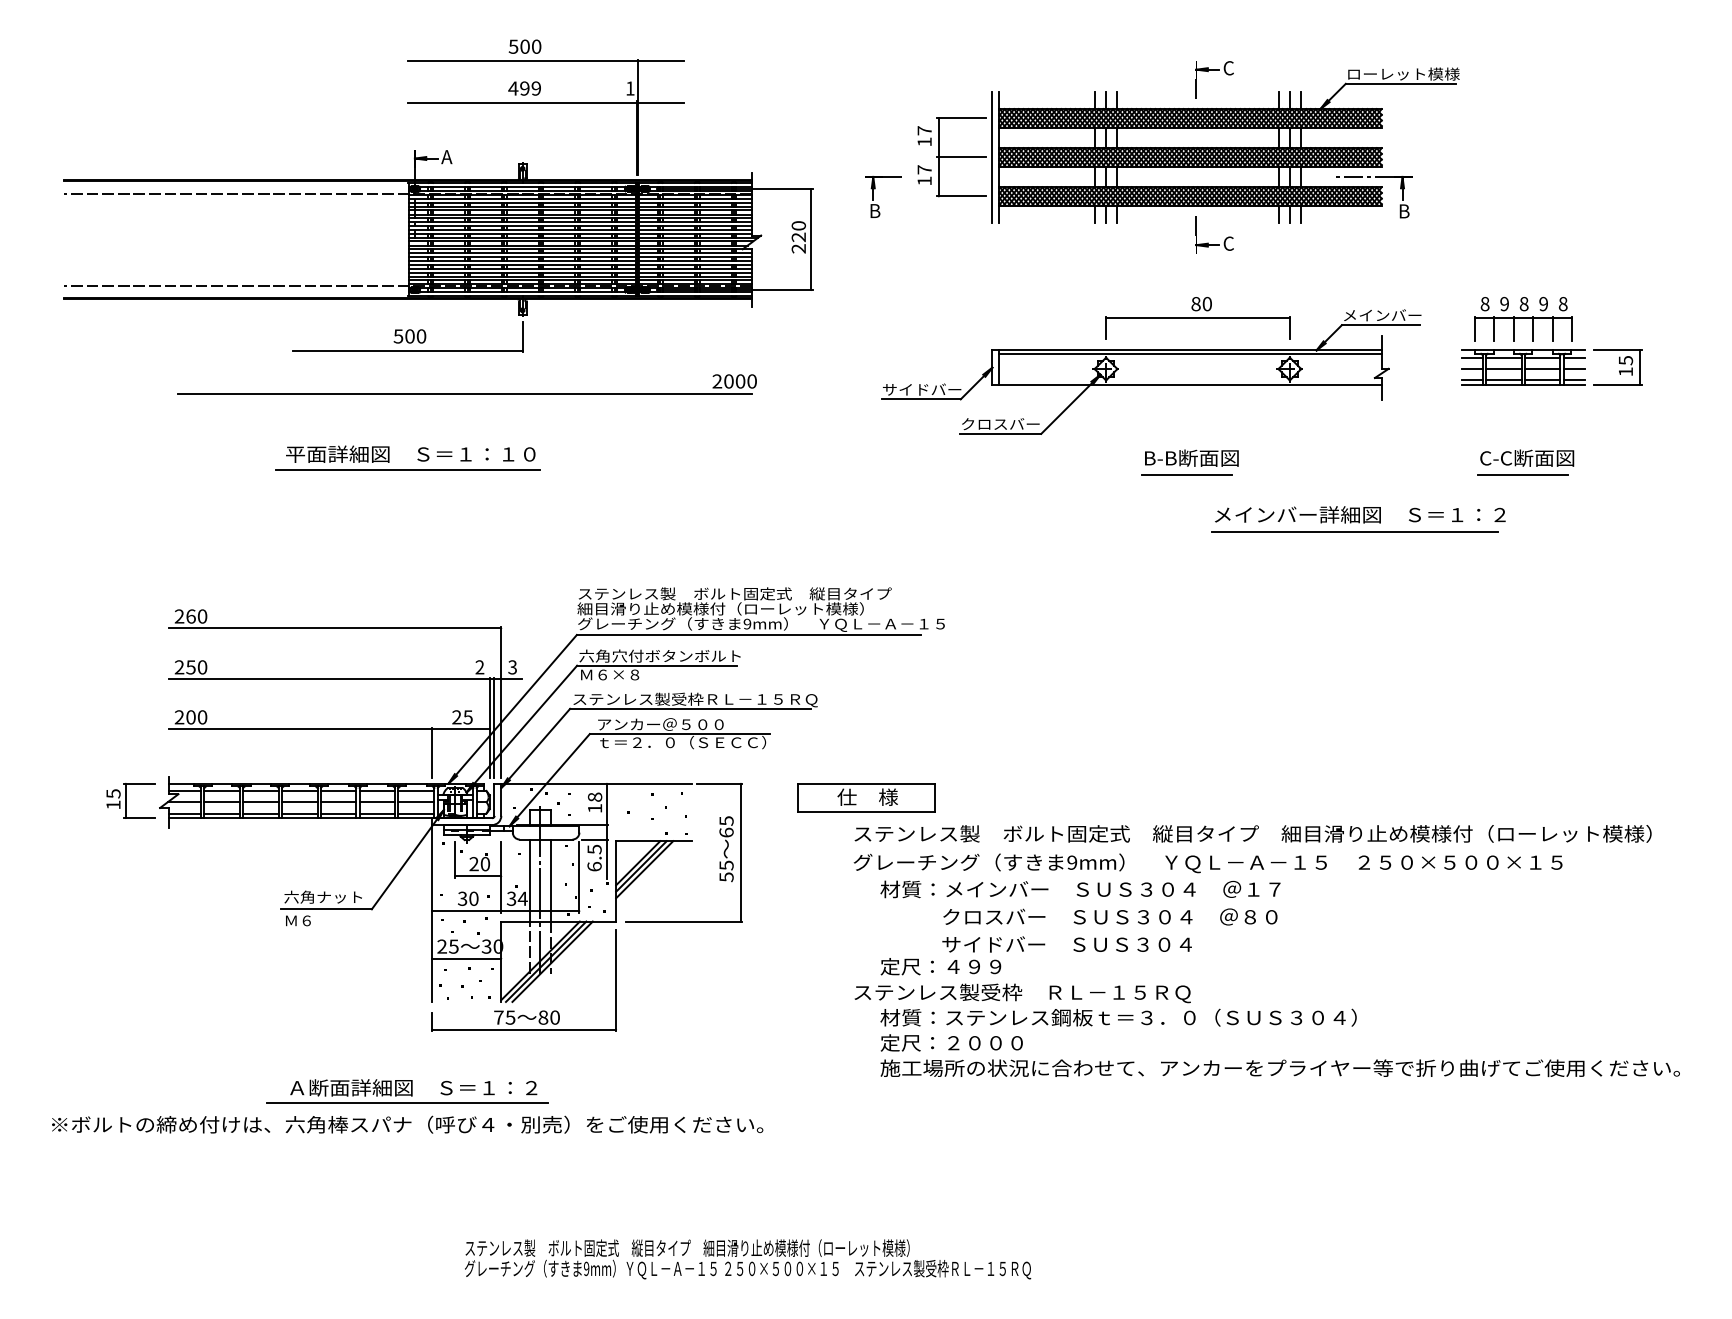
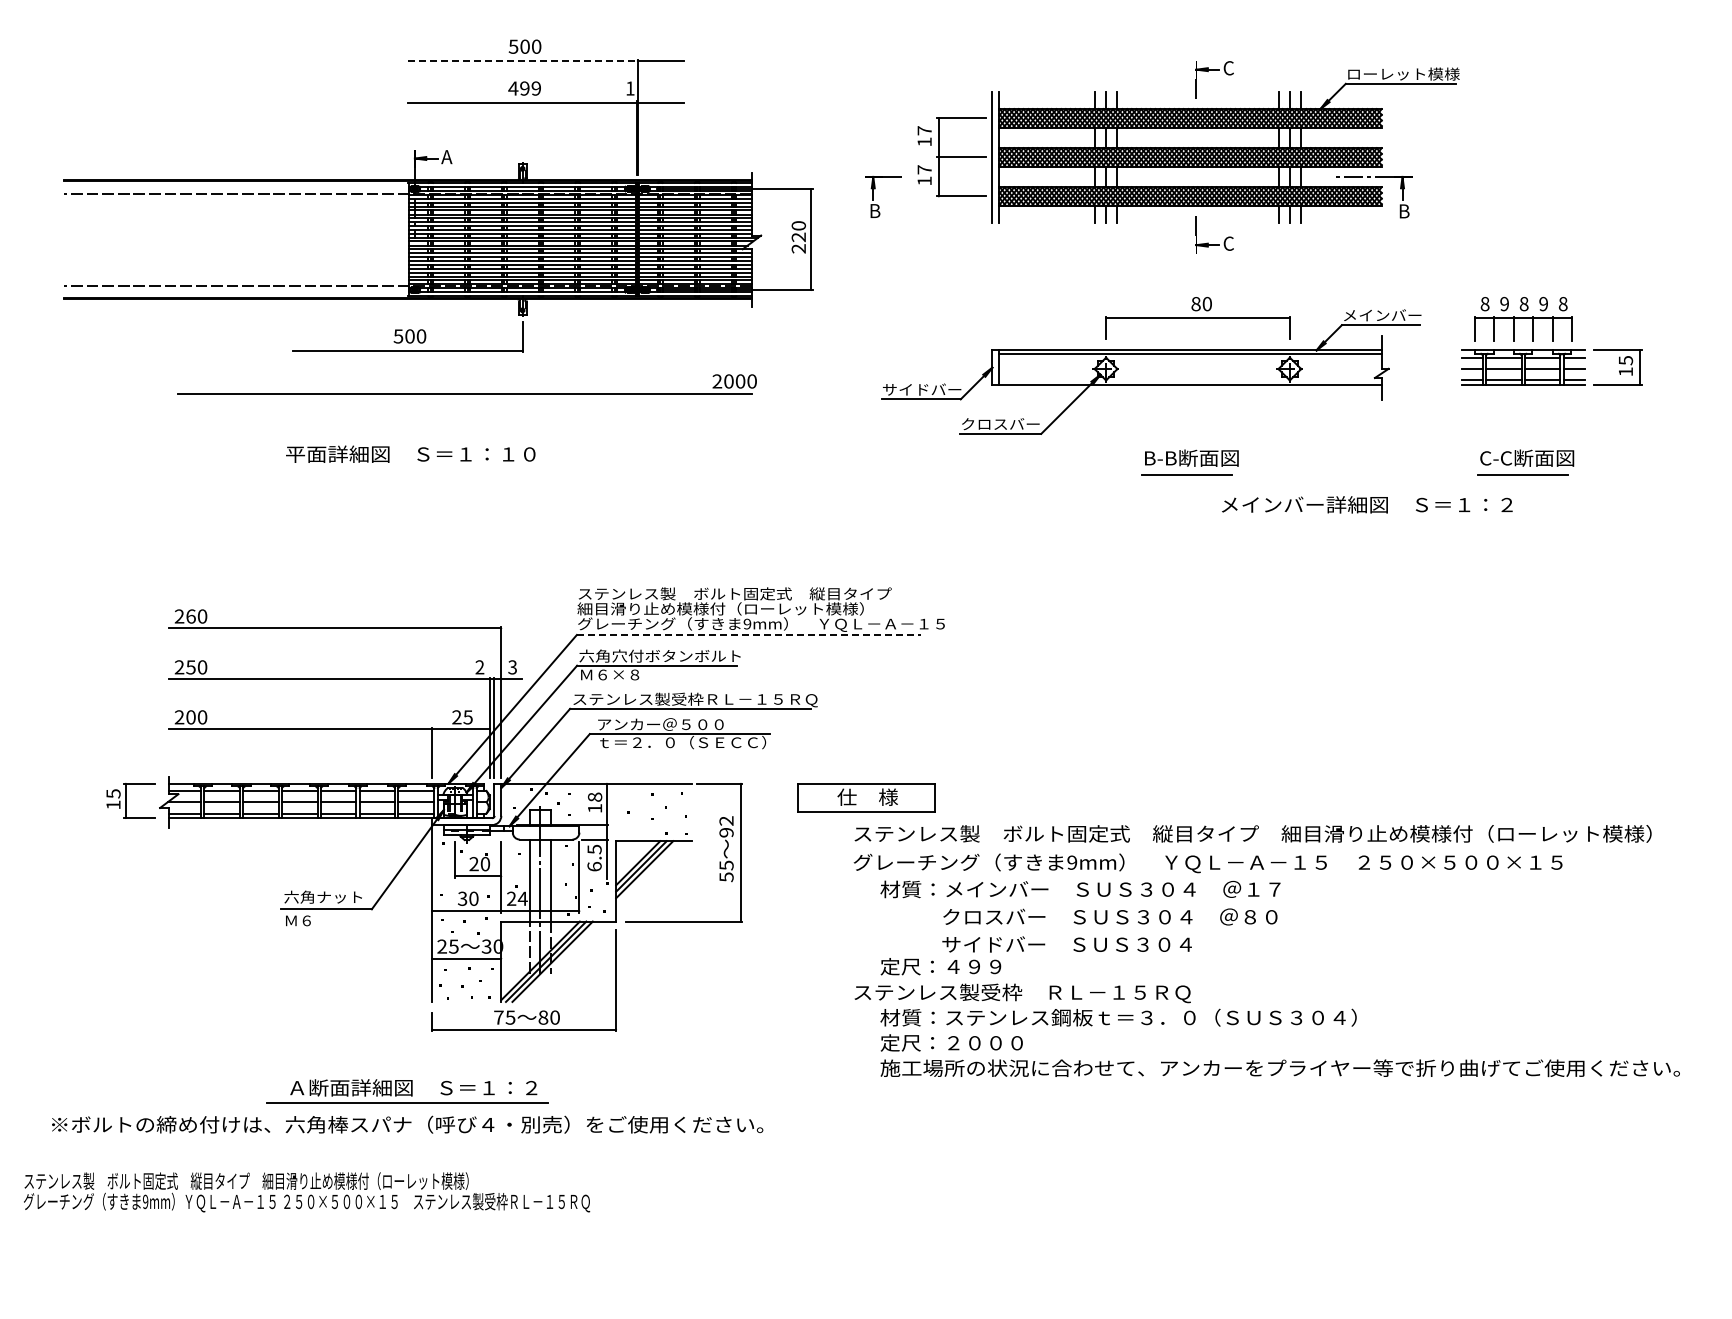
line at (522, 60): solid -> dashed
line at (407, 469): present -> none
text at (1360, 514) position: (1360, 514) -> (1367, 504)
line at (1354, 531): present -> none
line at (749, 635): solid -> dashed
text at (726, 826): 65 -> 92
text at (511, 898): 34 -> 24
text at (748, 1259) position: (748, 1259) -> (307, 1192)
